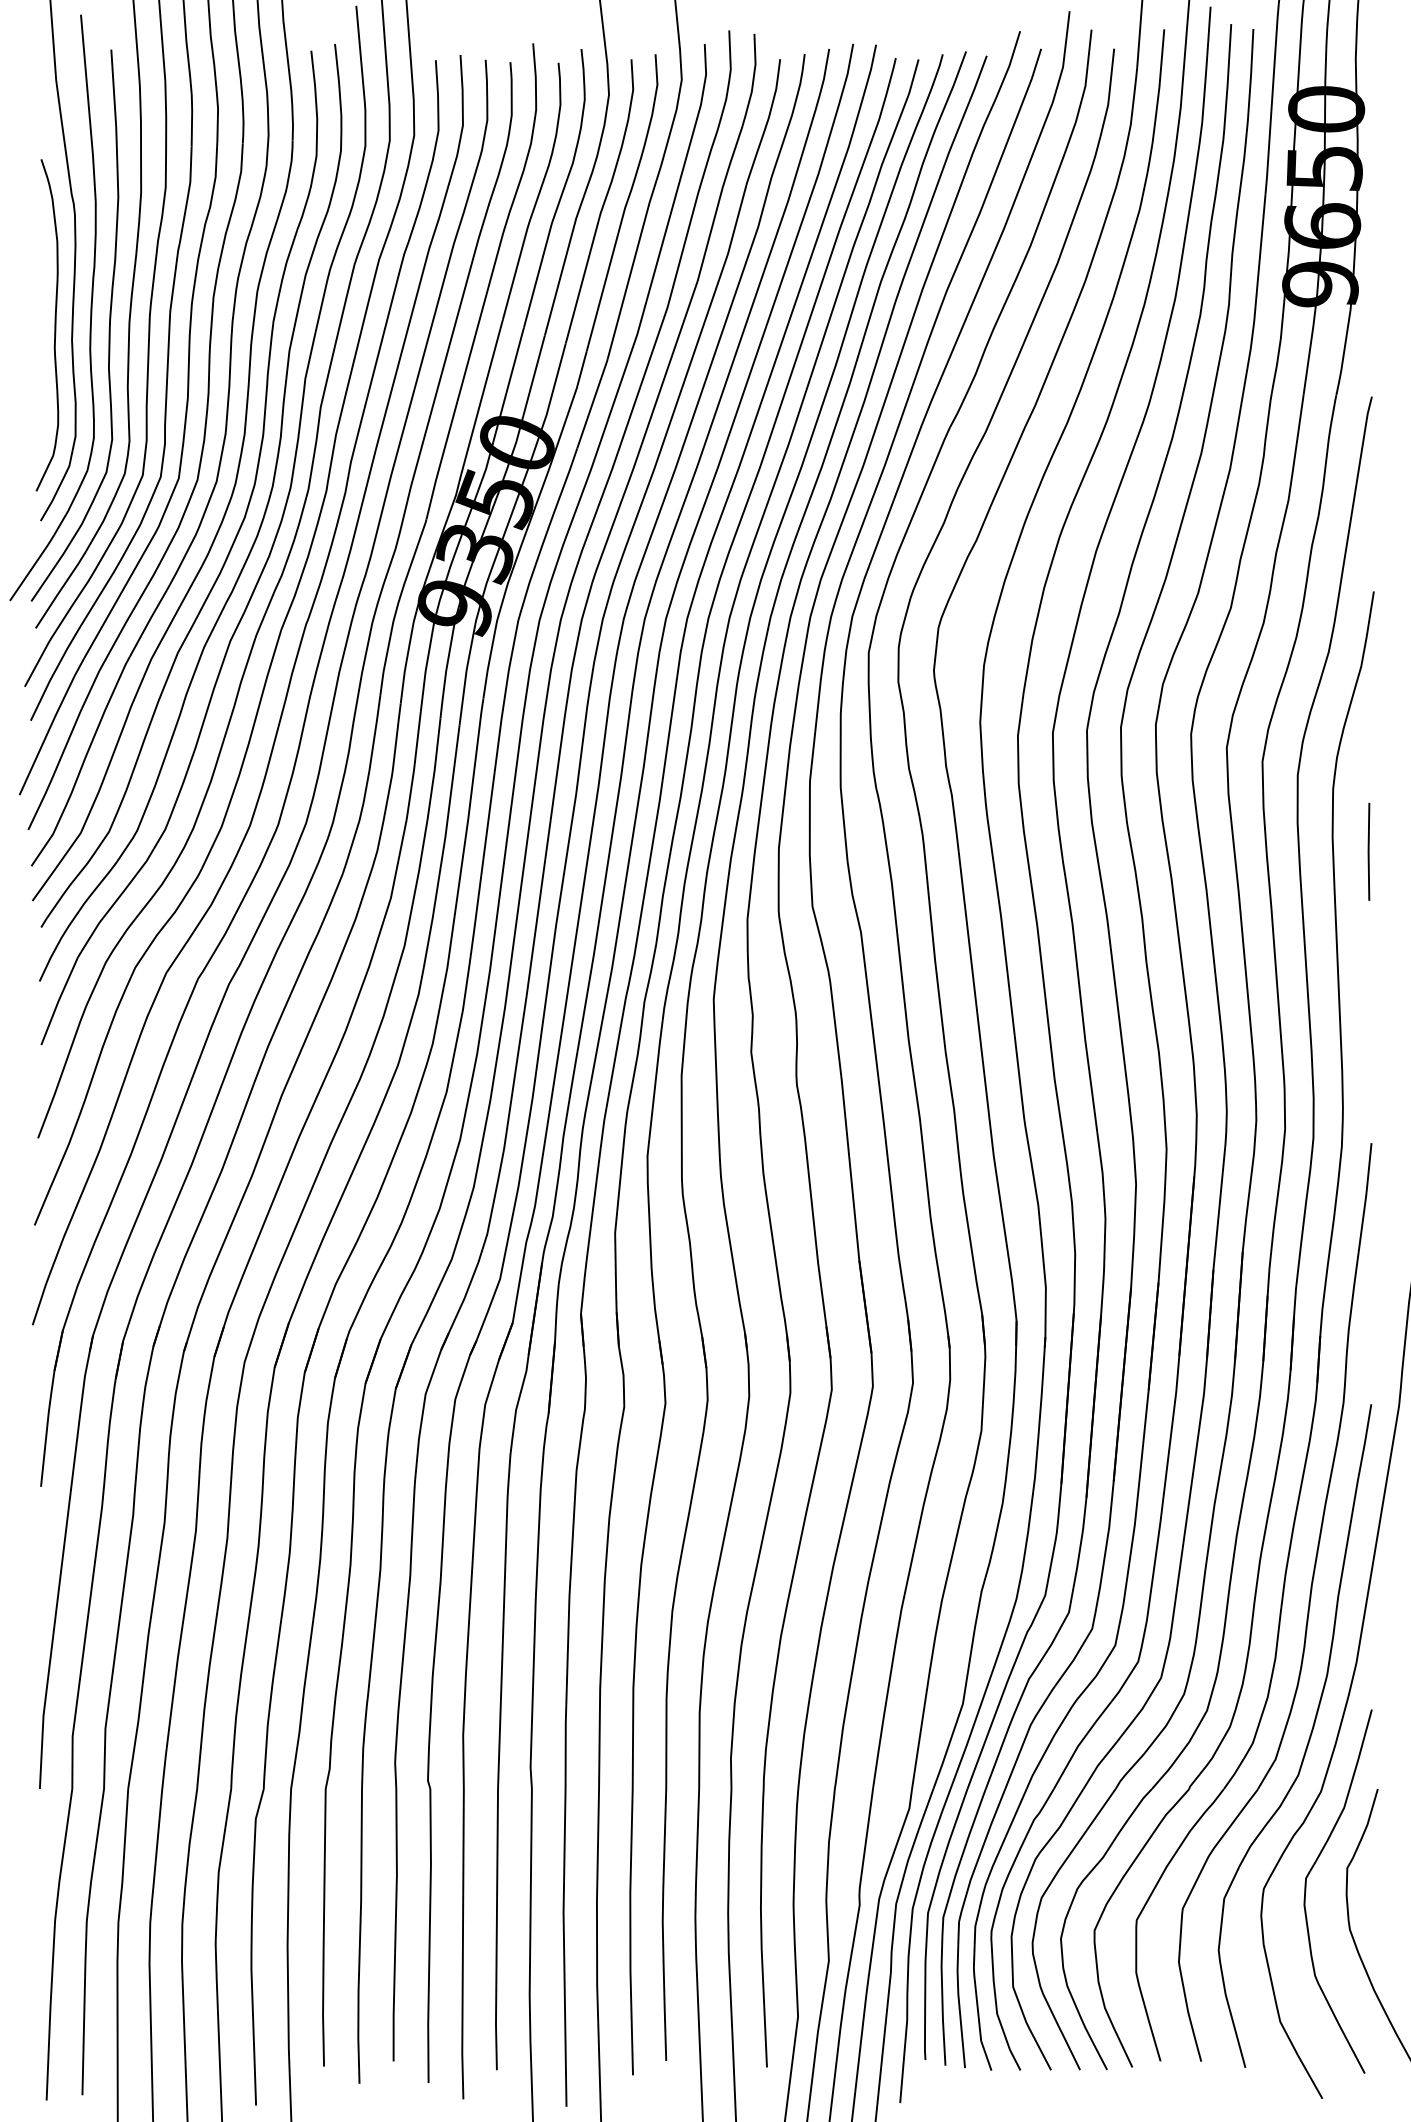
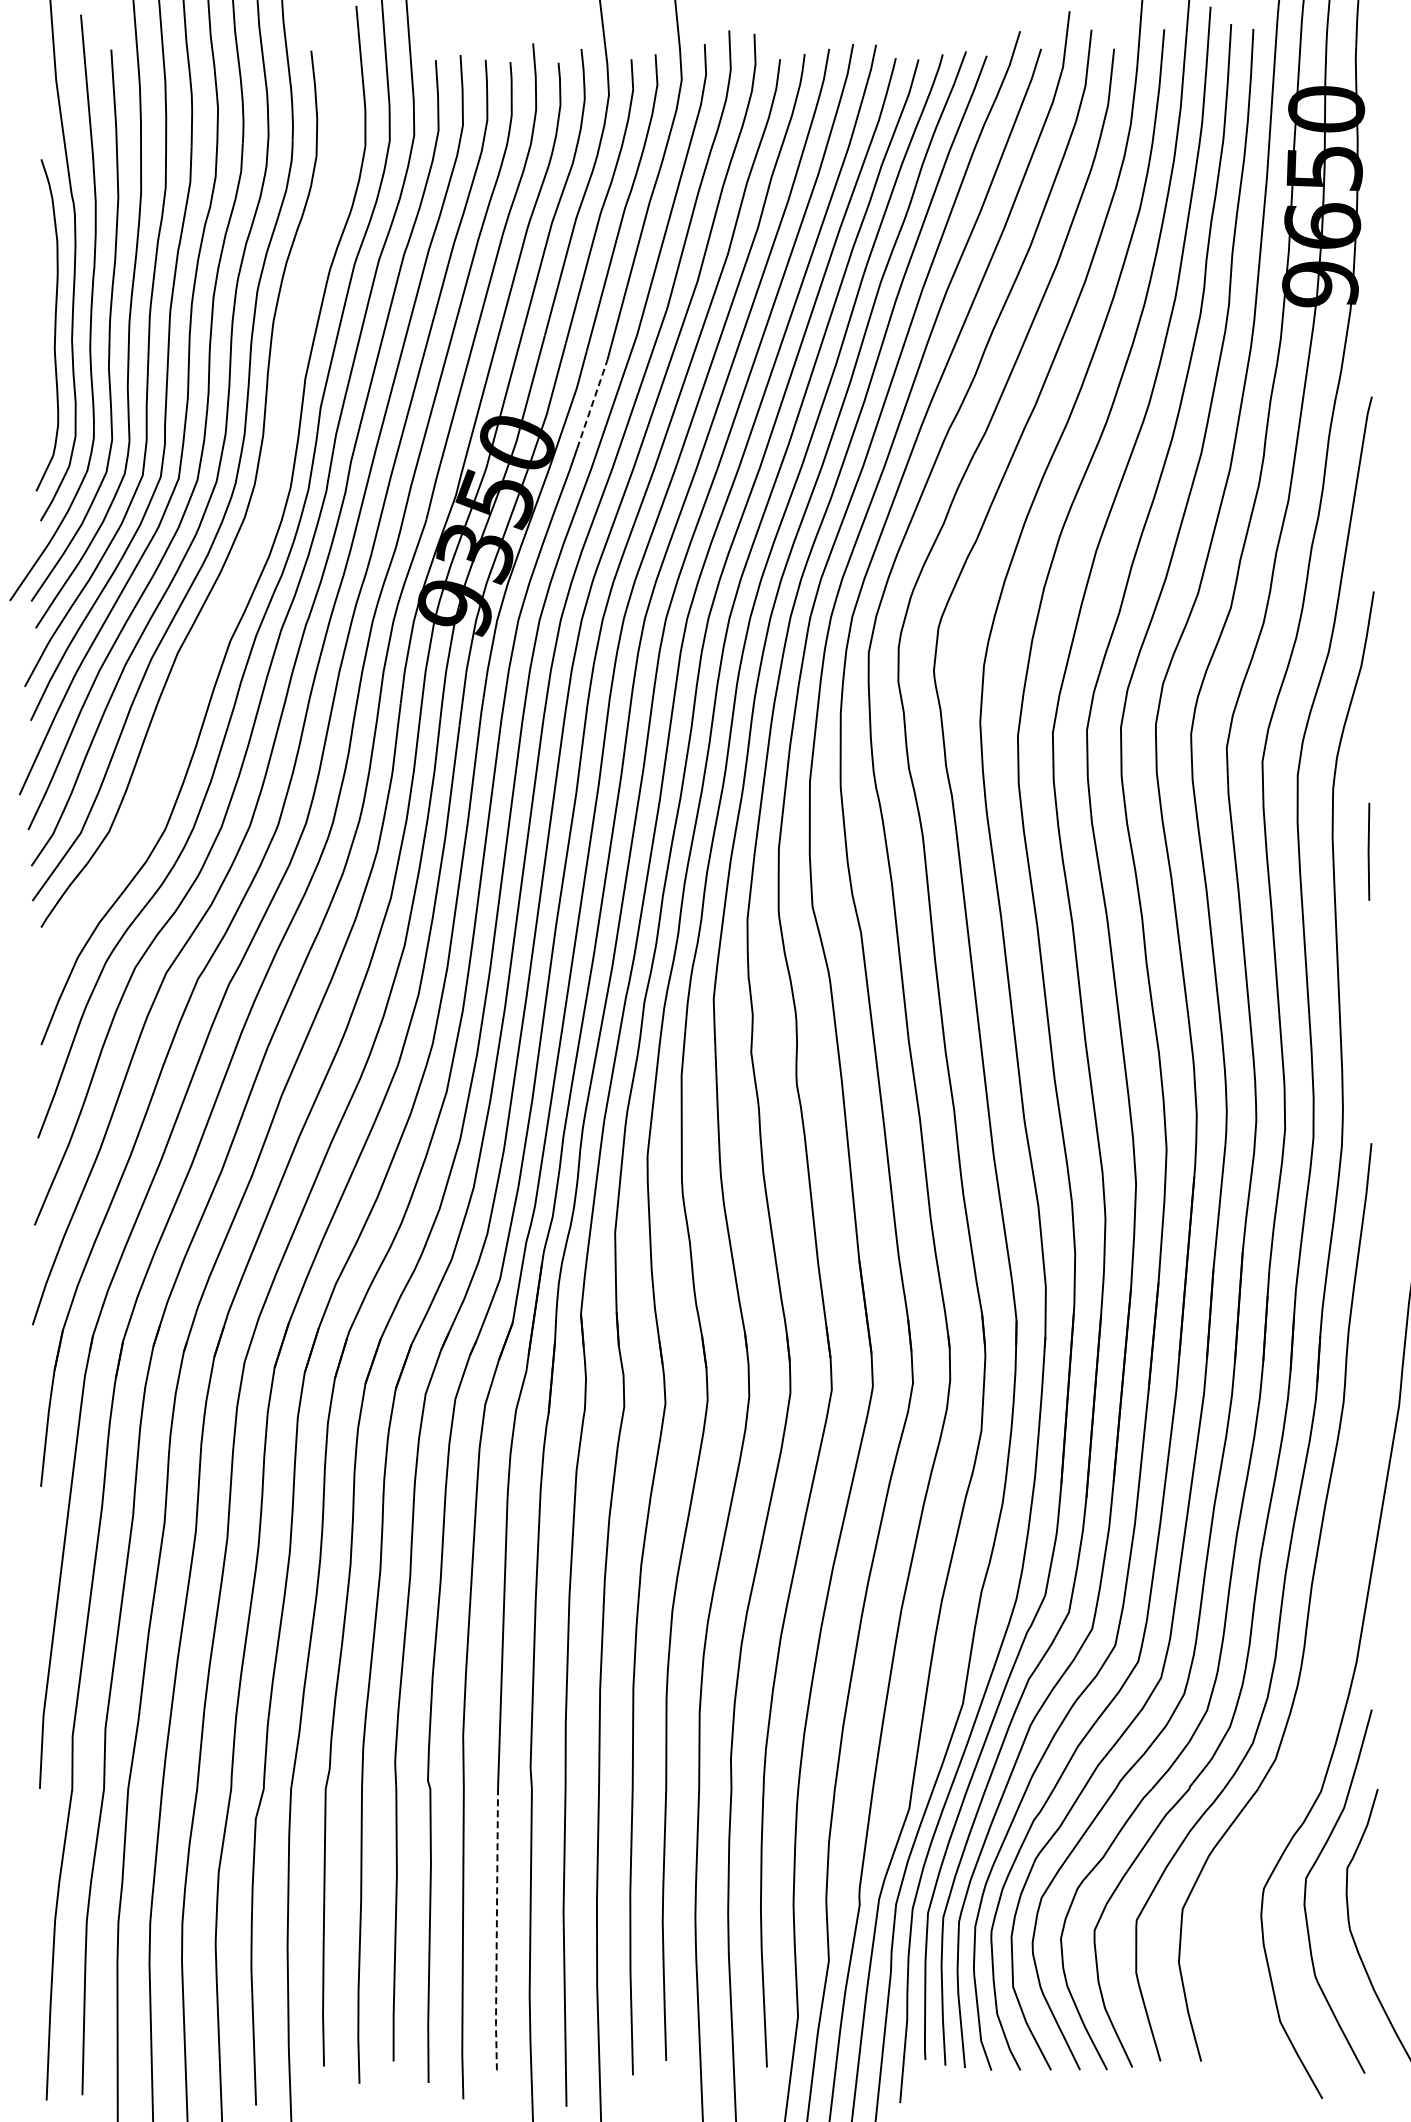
line at (592, 402): solid -> dashed
curve at (253, 541): present -> none
part at (1308, 1738): present -> none
line at (496, 1929): solid -> dashed
